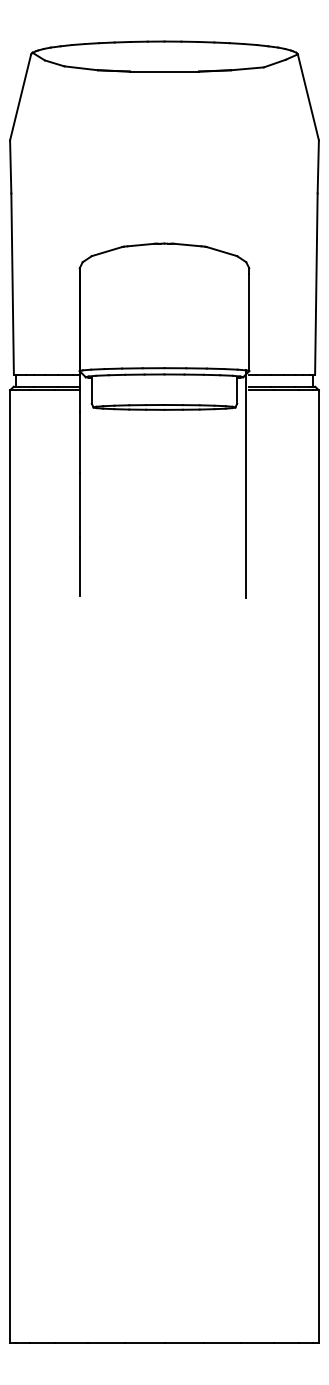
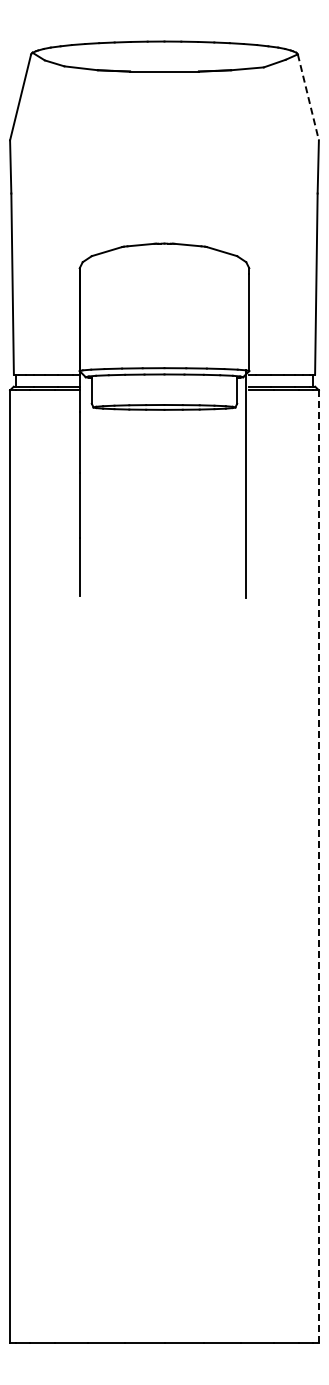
line at (308, 97): solid -> dashed
line at (318, 866): solid -> dashed
